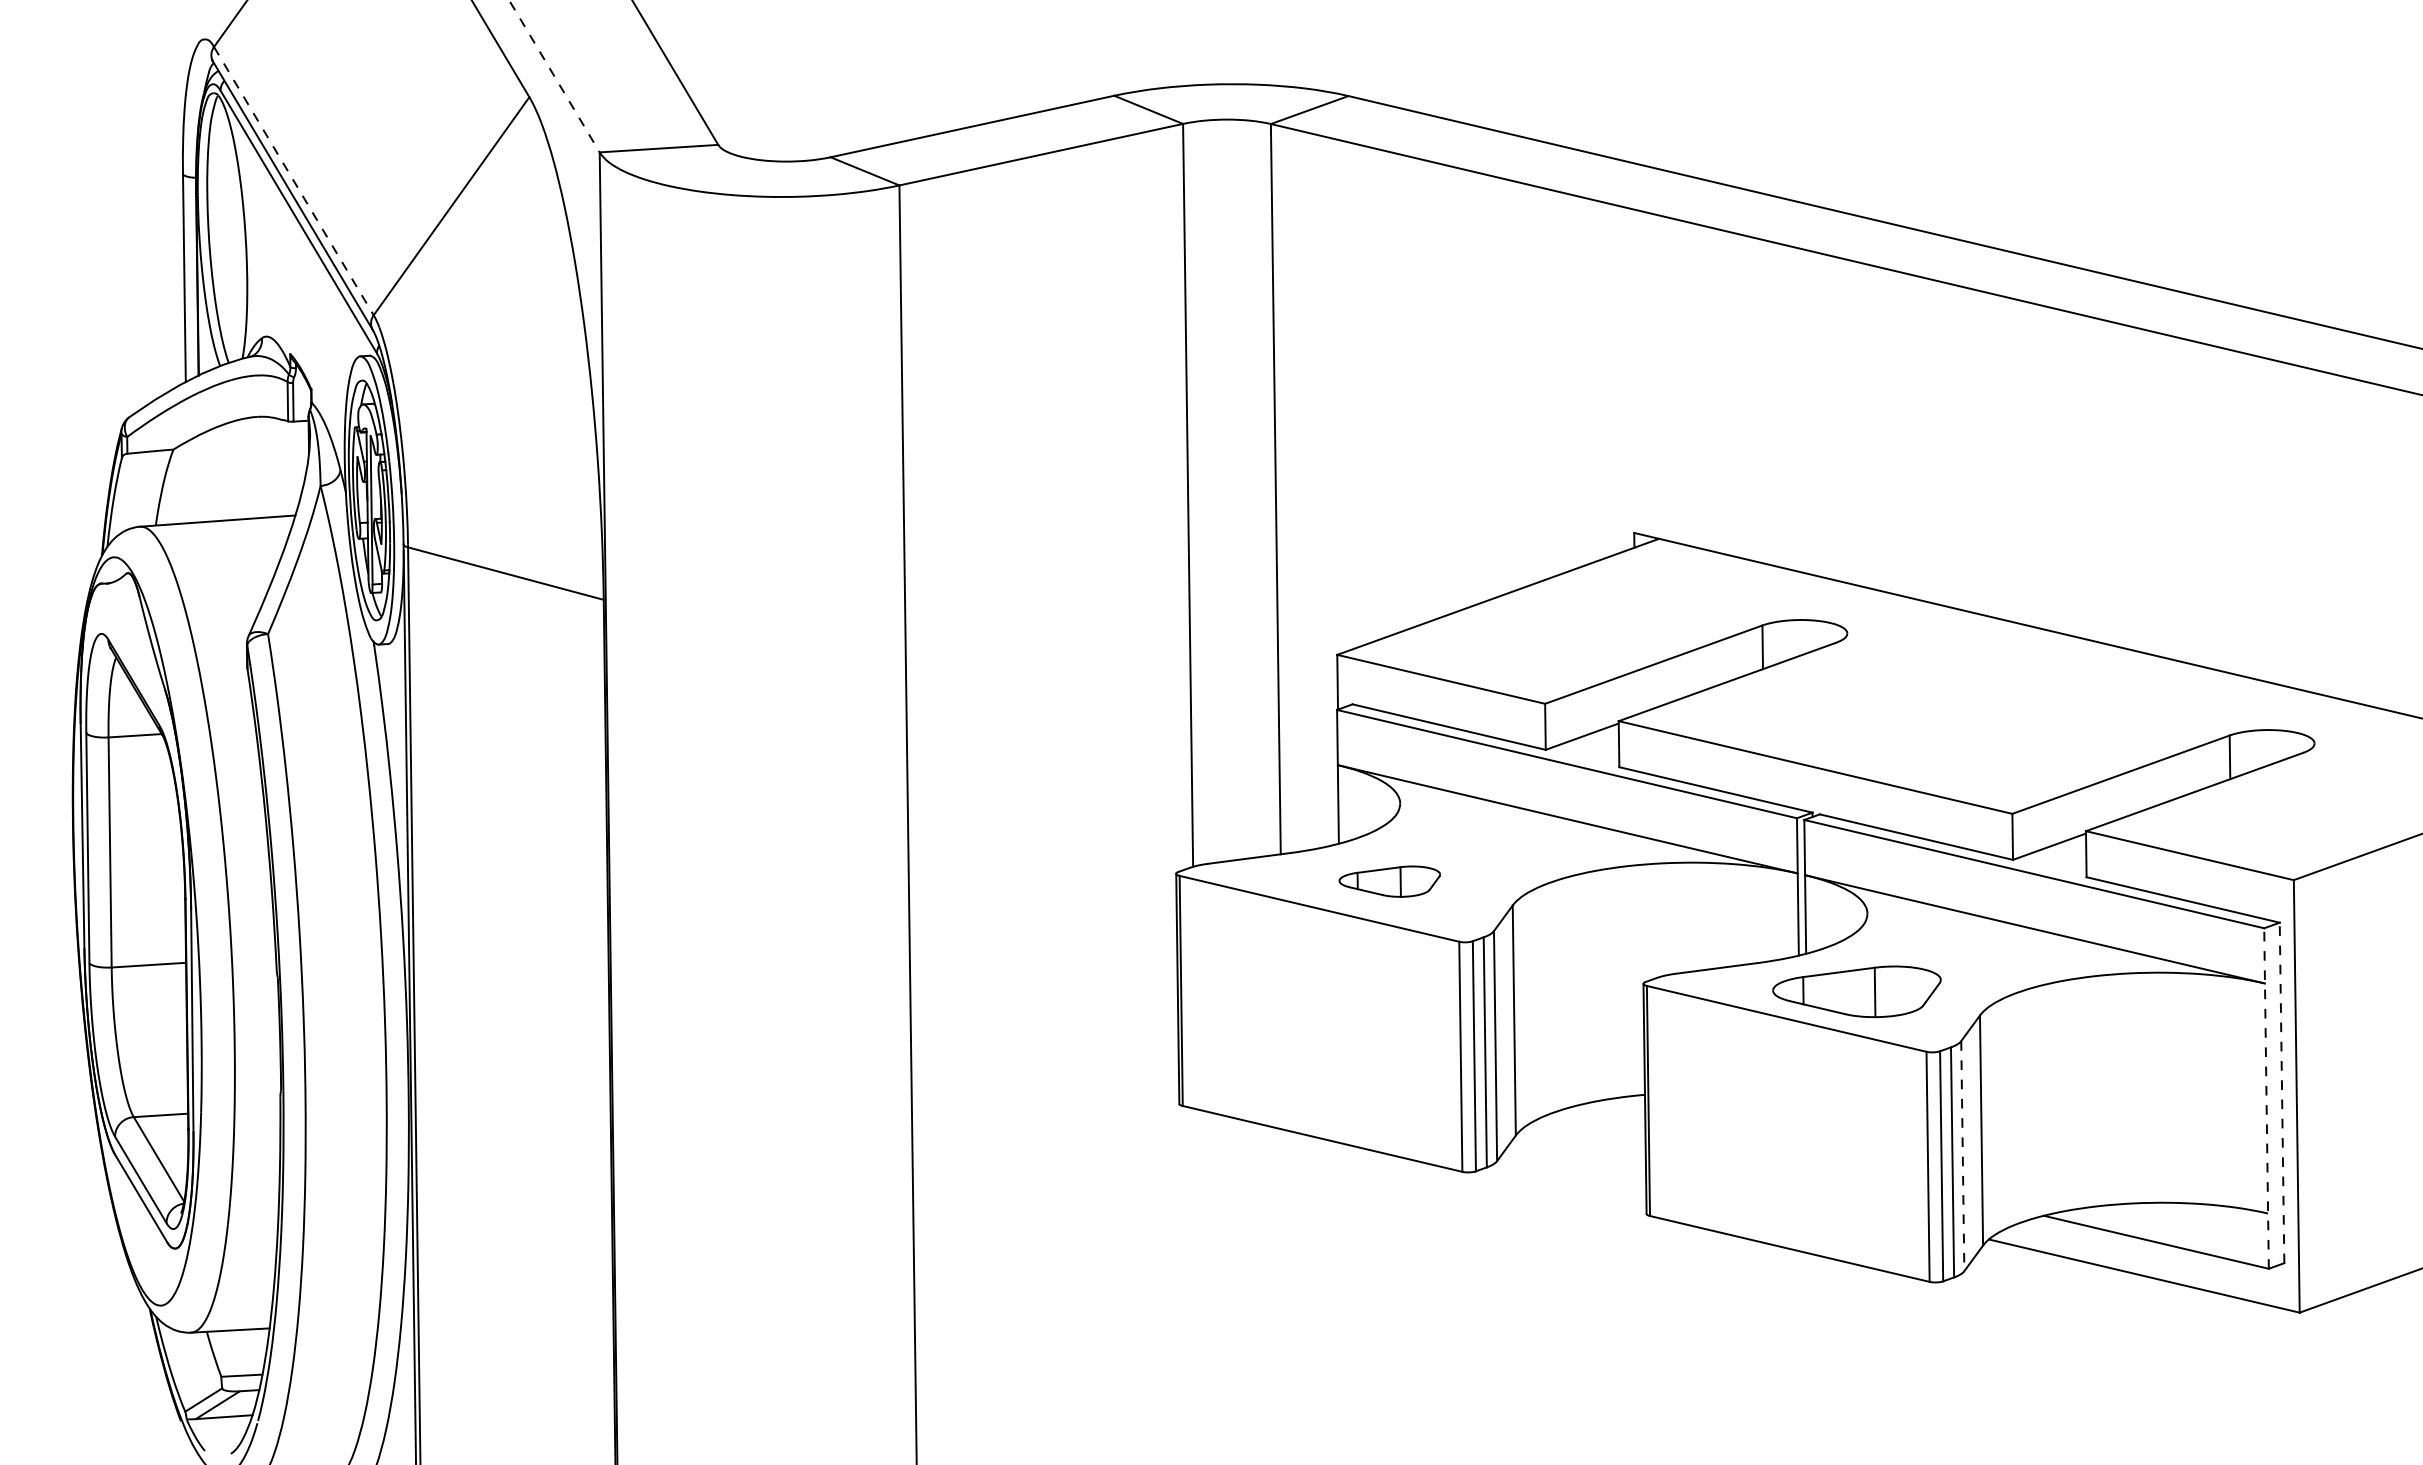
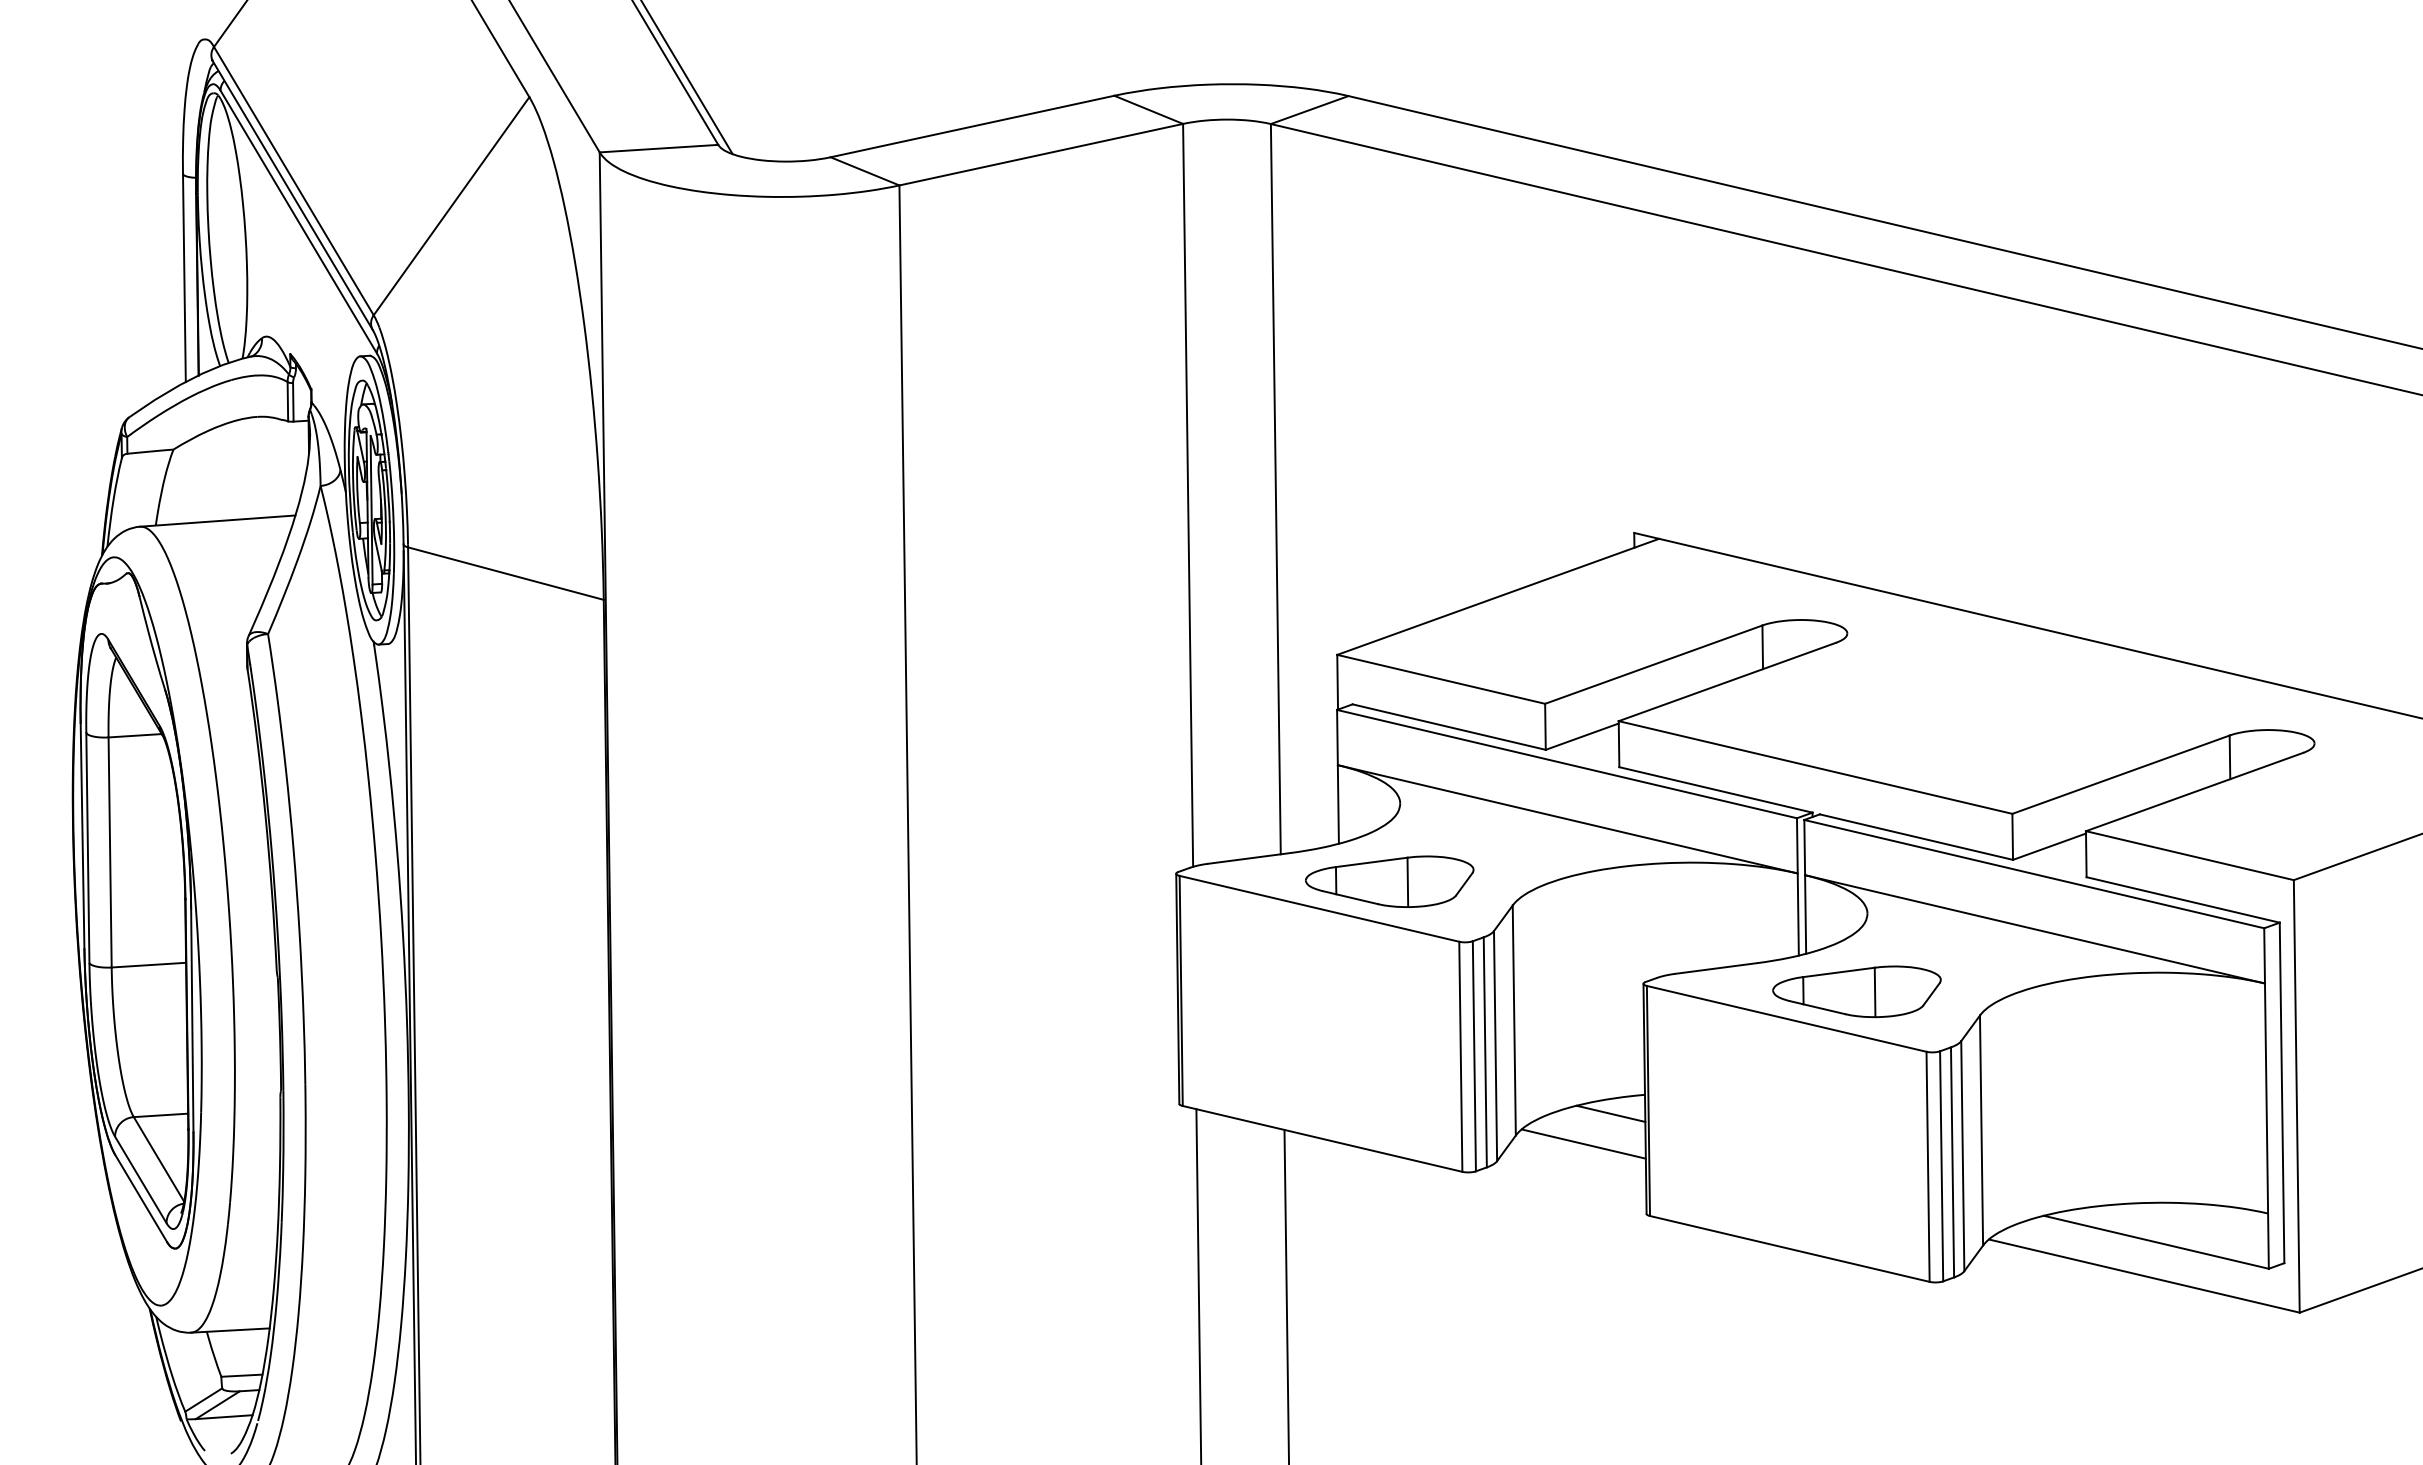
line at (554, 76): dashed -> solid
line at (687, 78): none -> present
line at (294, 181): dashed -> solid
part at (1389, 881) size: 103x33 px -> 170x53 px
line at (2282, 1092): dashed -> solid
line at (2266, 1098): dashed -> solid
line at (1610, 1113): none -> present
line at (1583, 1143): none -> present
line at (1962, 1156): dashed -> solid
line at (1198, 1285): none -> present
line at (1286, 1295): none -> present
